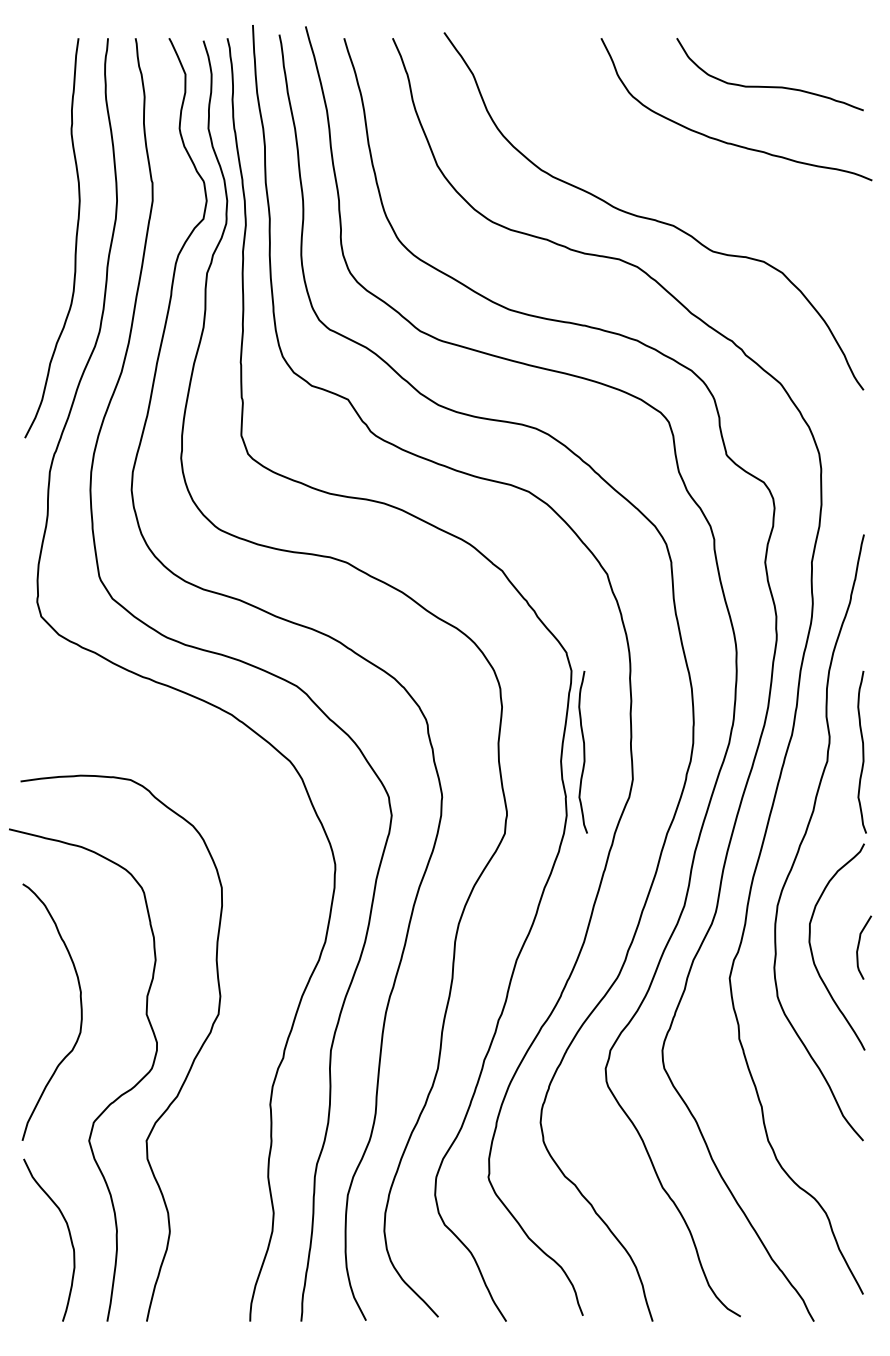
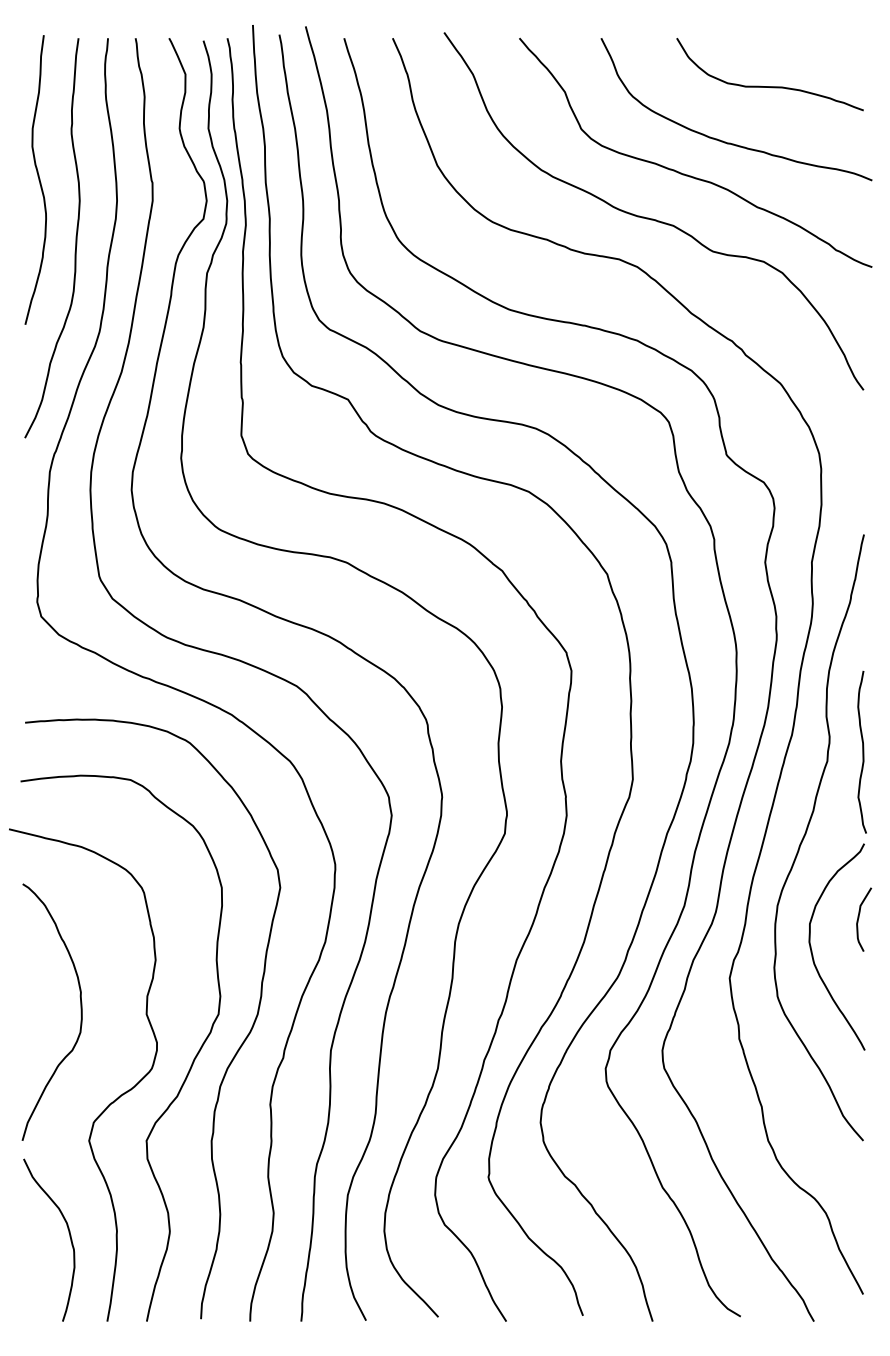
curve at (691, 175): none -> present
curve at (38, 179): none -> present
curve at (583, 751): present -> none
curve at (859, 946) position: (859, 946) -> (859, 918)
curve at (228, 1064): none -> present
